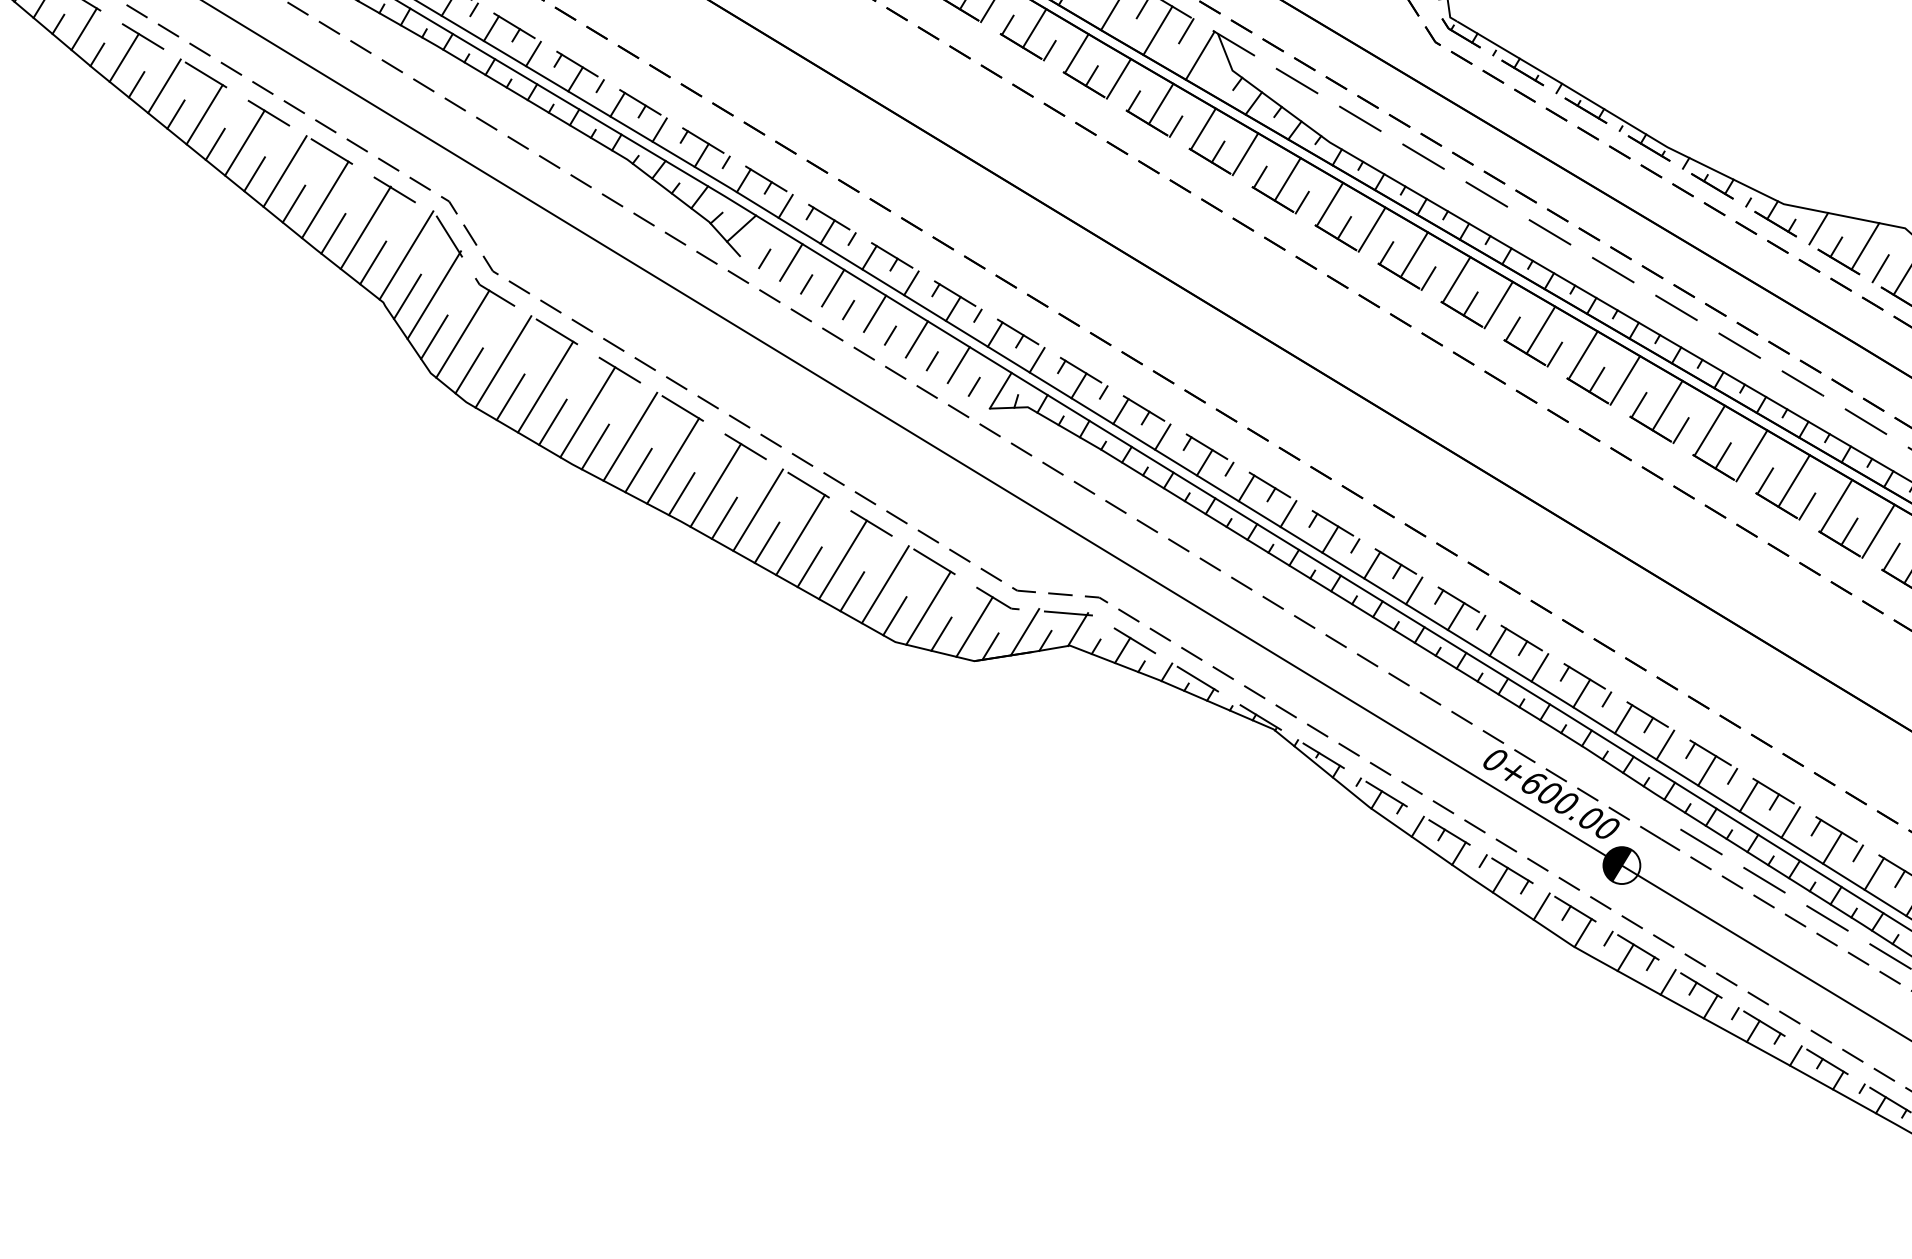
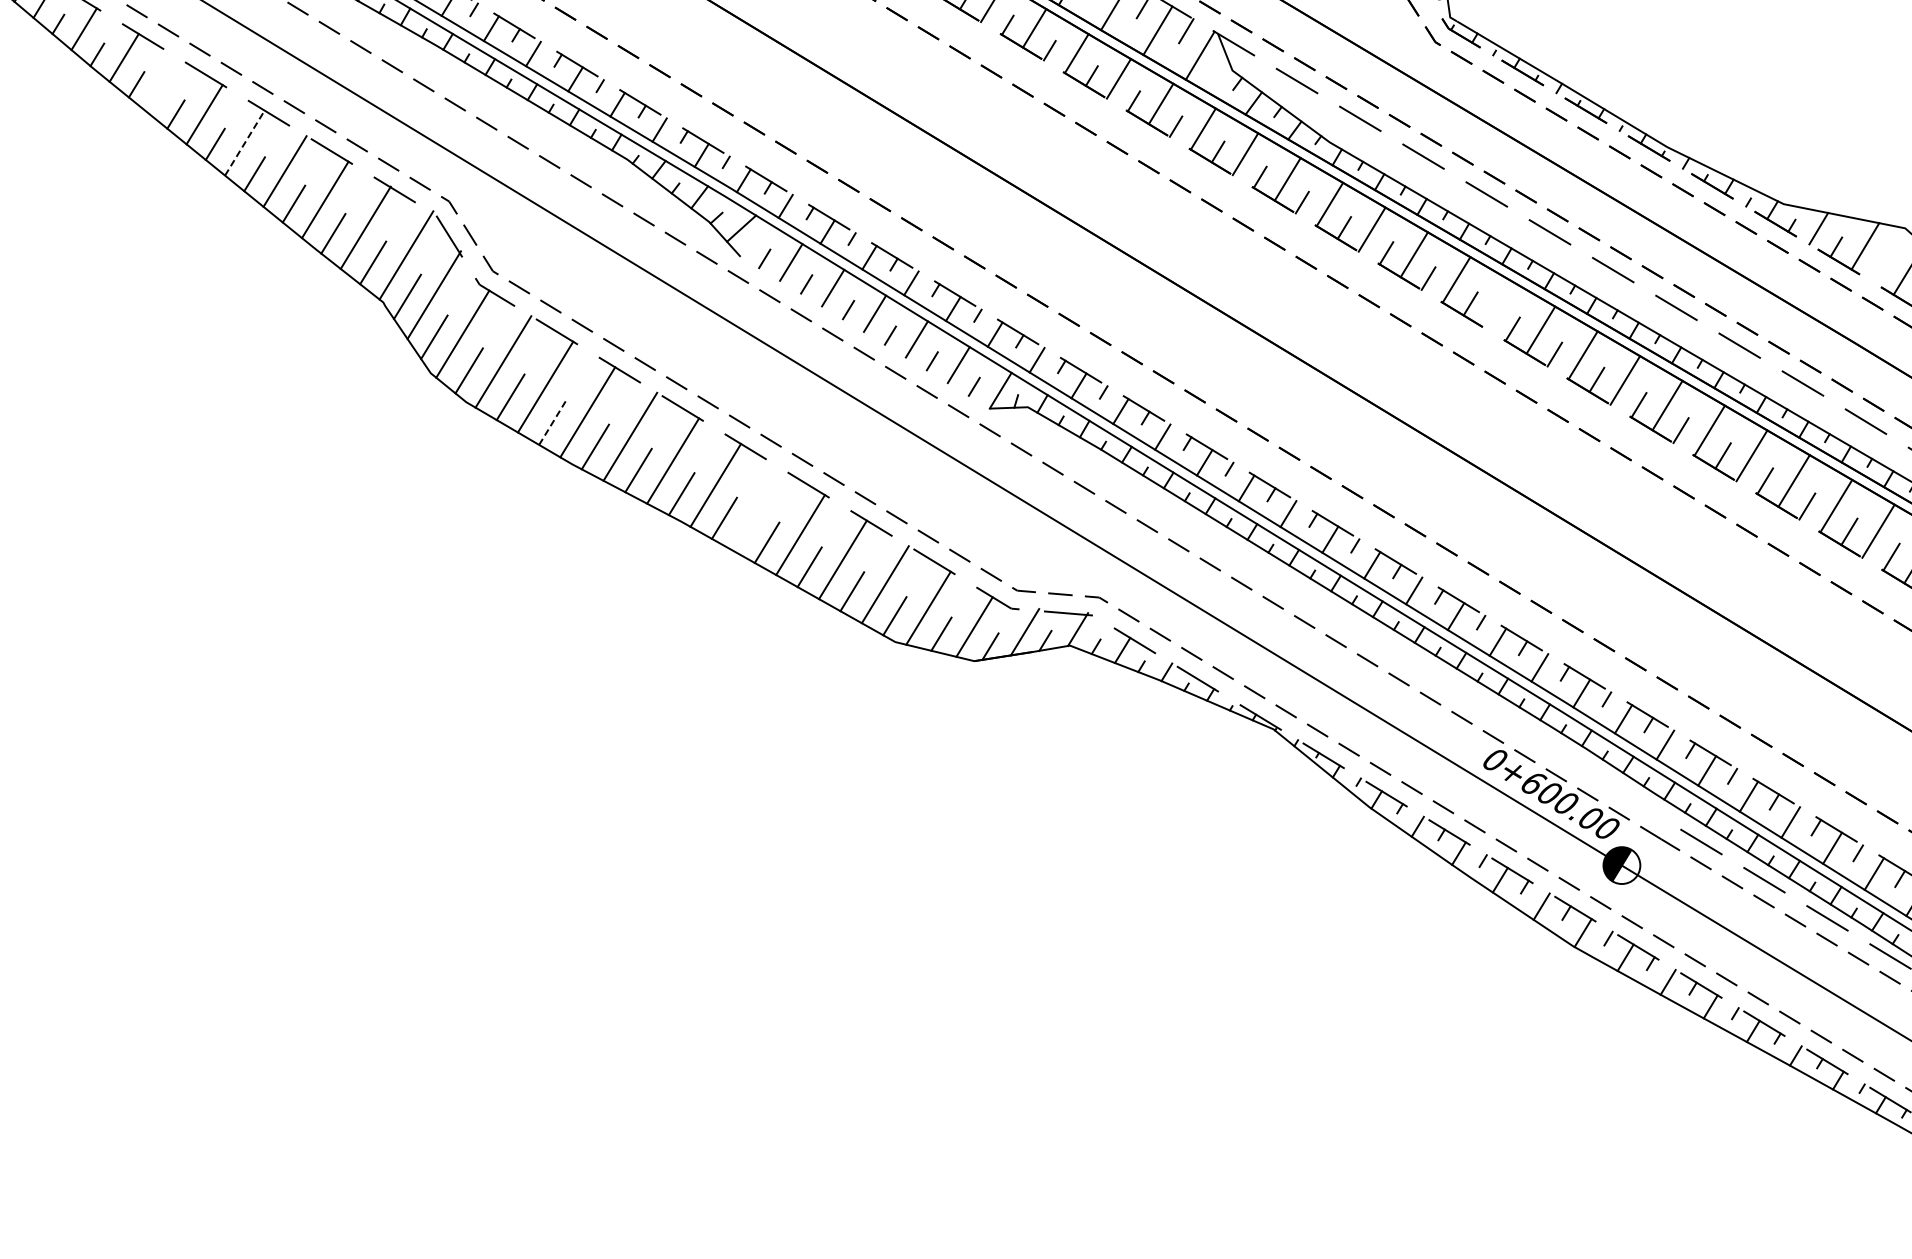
line at (164, 86): present -> none
line at (245, 142): solid -> dashed
line at (1880, 268): present -> none
line at (1498, 304): present -> none
line at (553, 421): solid -> dashed
line at (757, 509): present -> none
